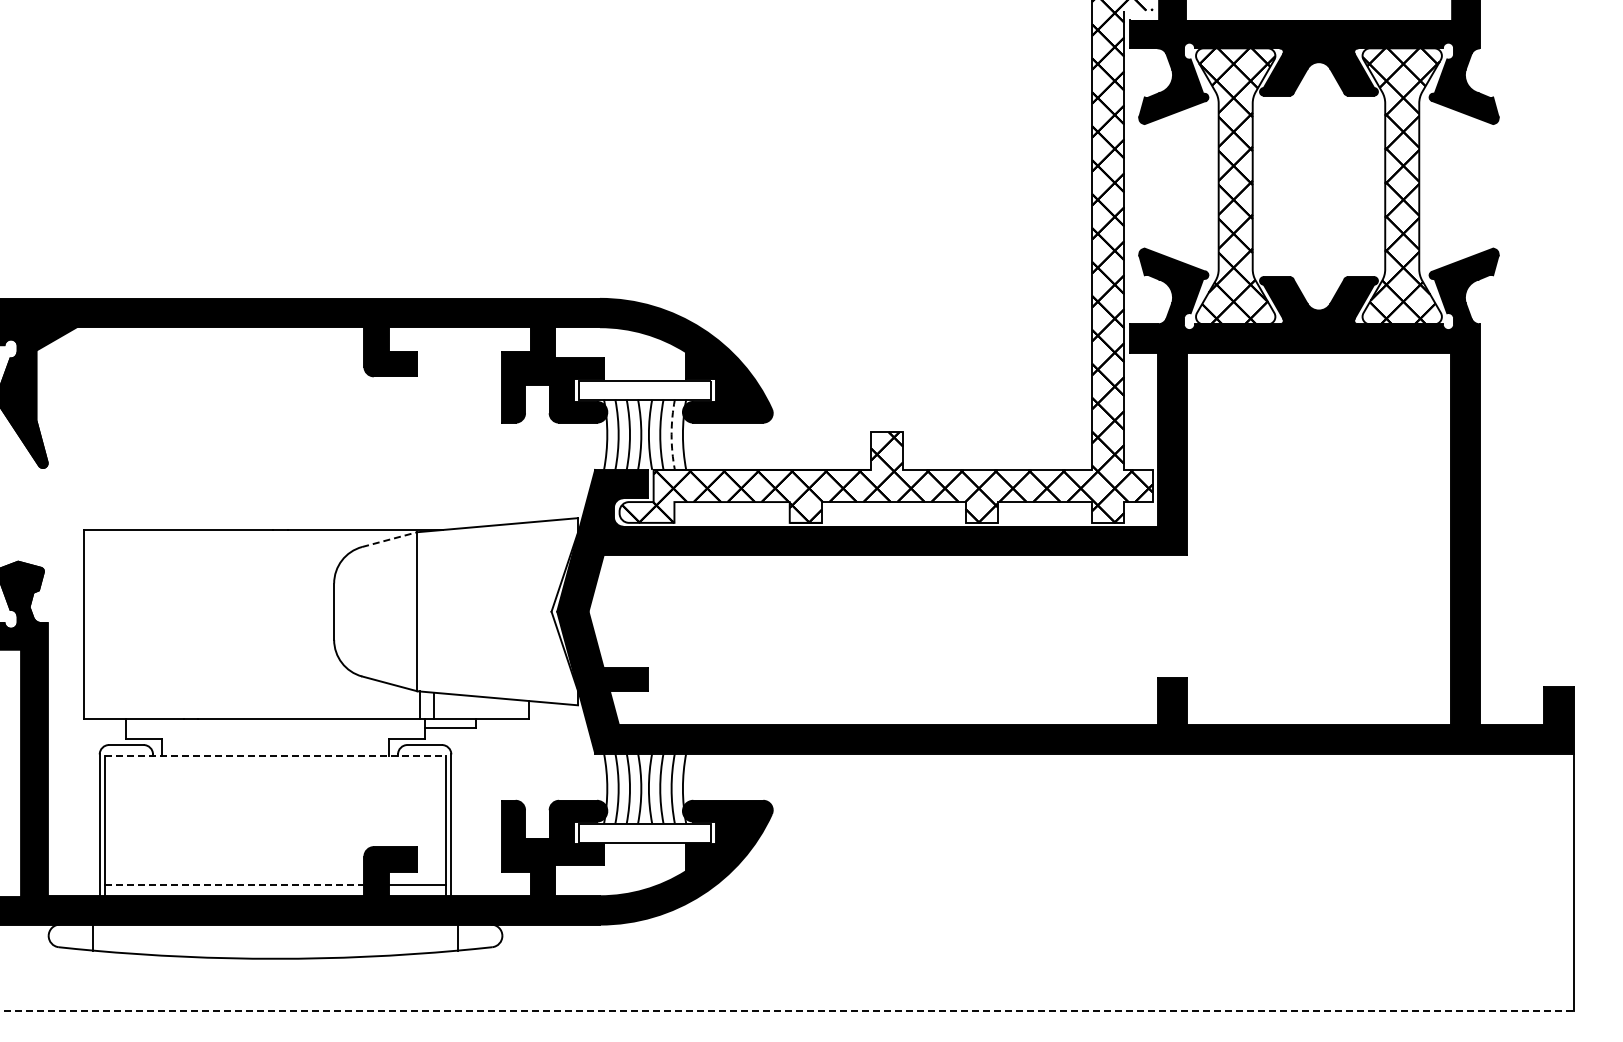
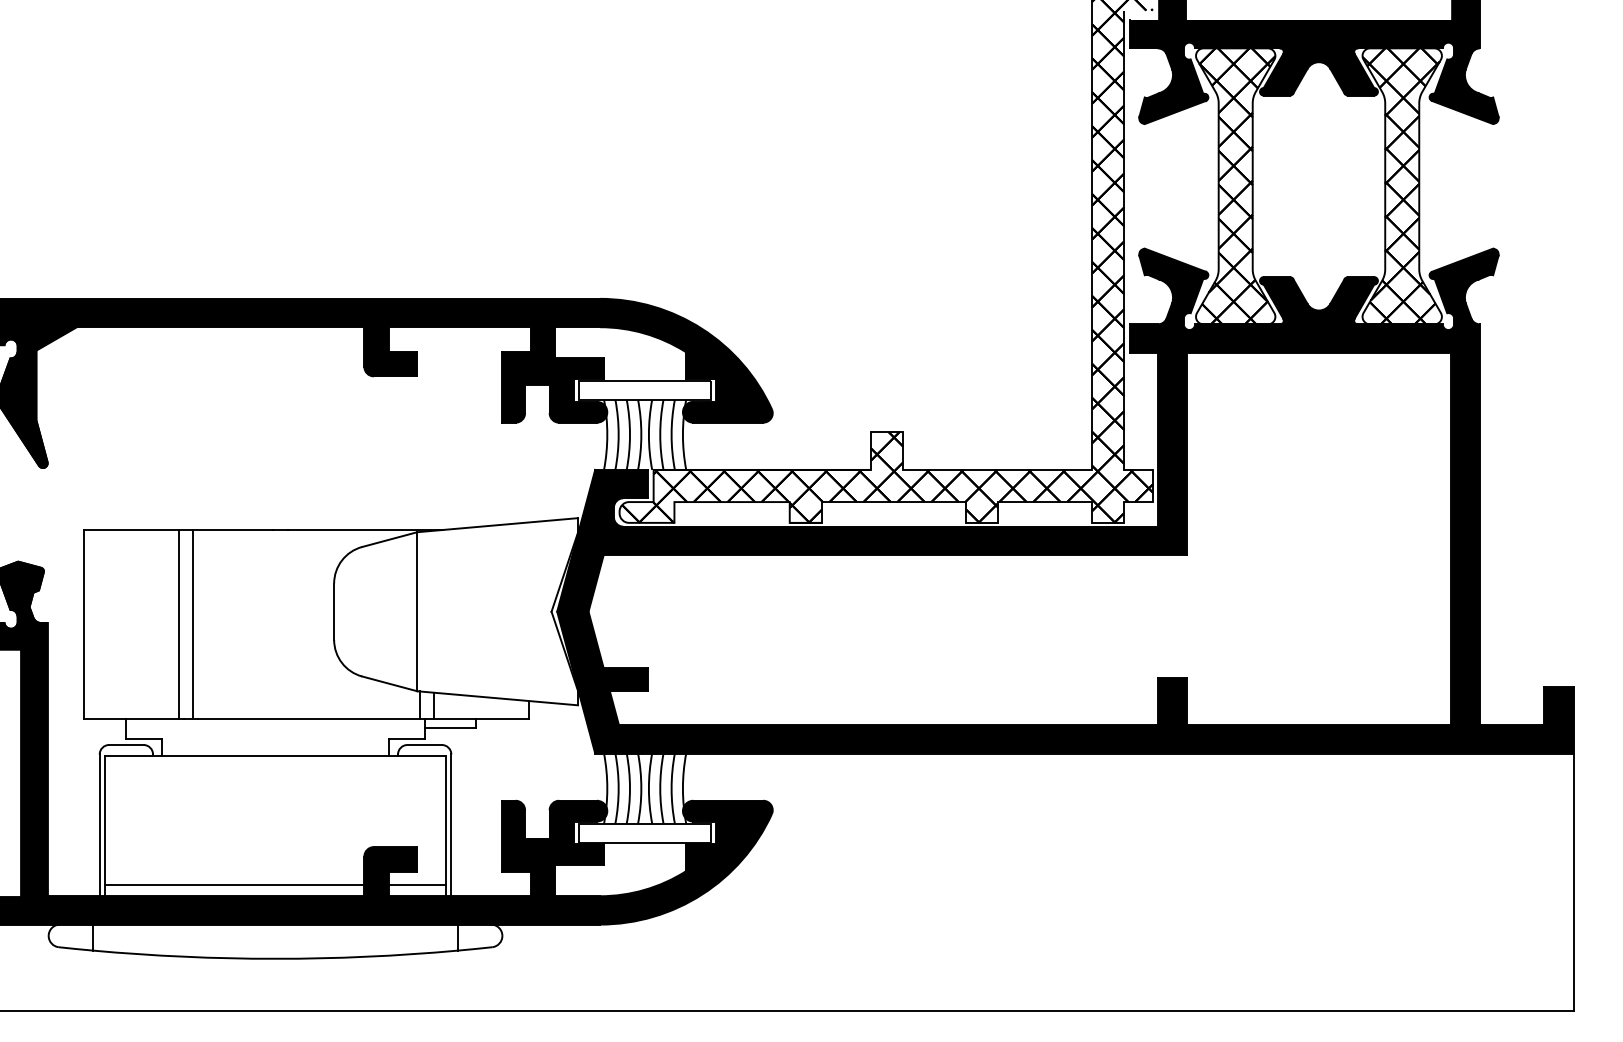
arc at (671, 434): dashed -> solid
line at (389, 539): dashed -> solid
line at (178, 624): none -> present
line at (193, 624): none -> present
line at (276, 756): dashed -> solid
line at (235, 884): dashed -> solid
line at (787, 1010): dashed -> solid
